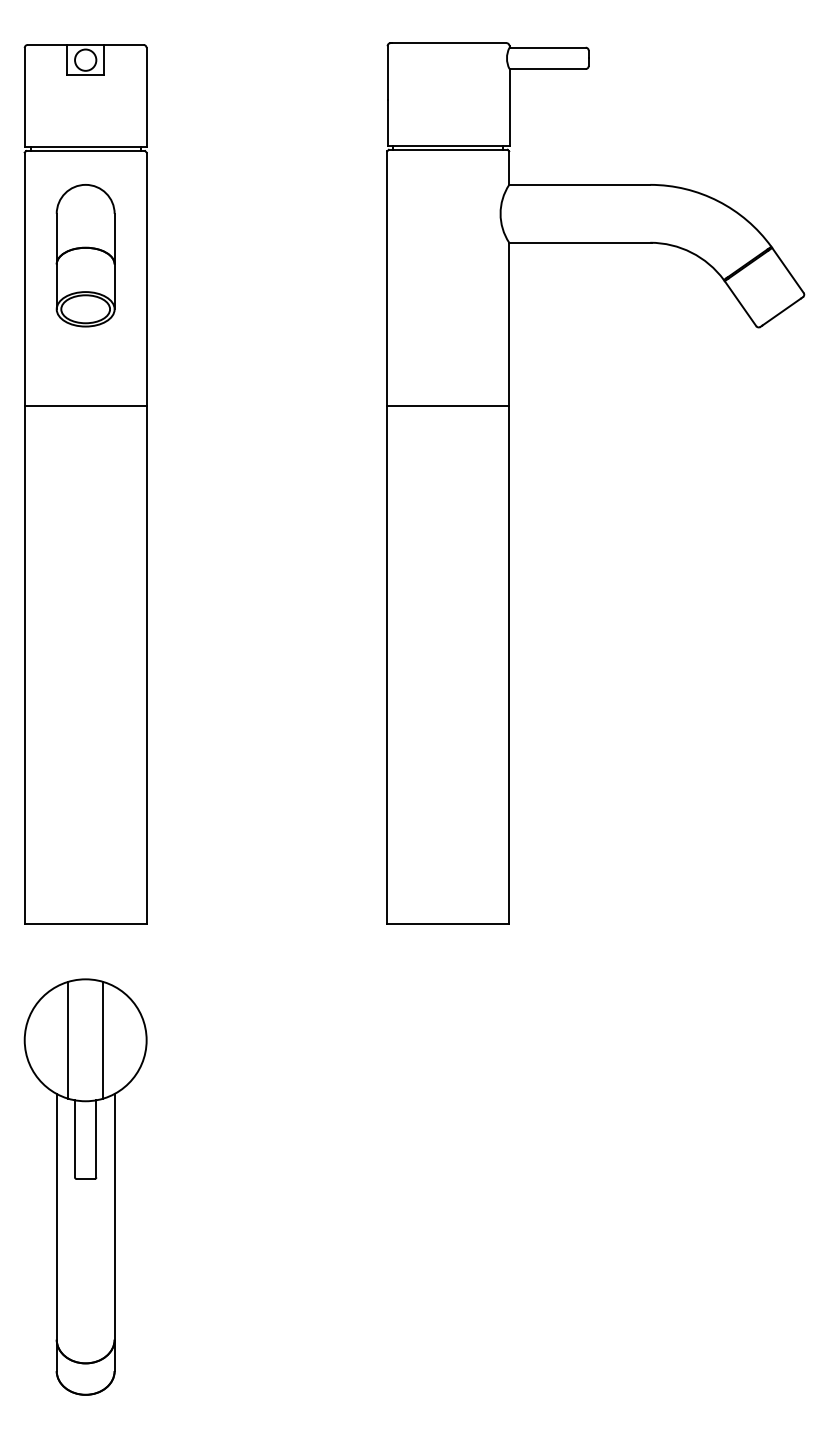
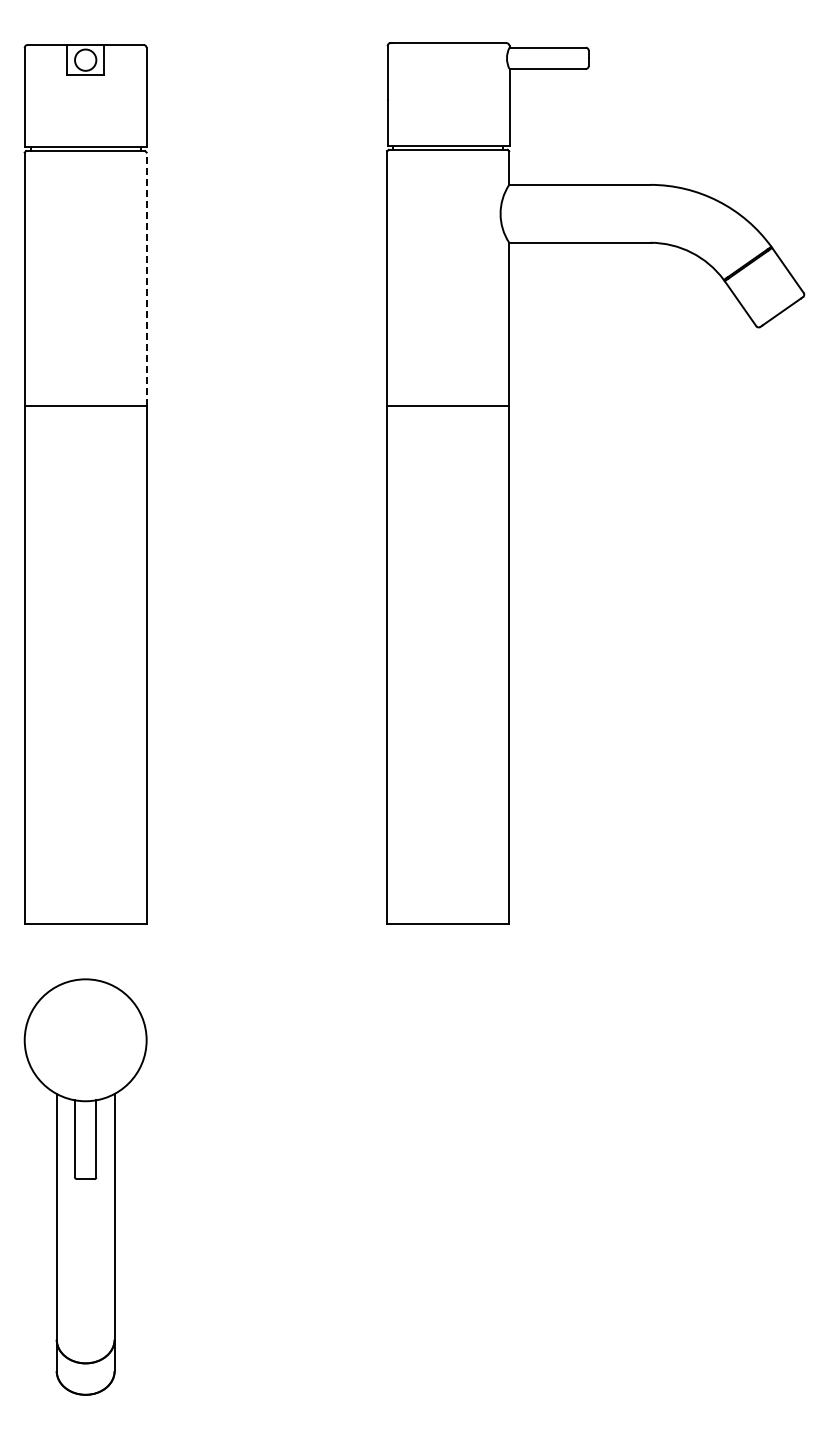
part at (85, 255): present -> none
line at (146, 279): solid -> dashed
line at (68, 1039): present -> none
line at (103, 1039): present -> none
